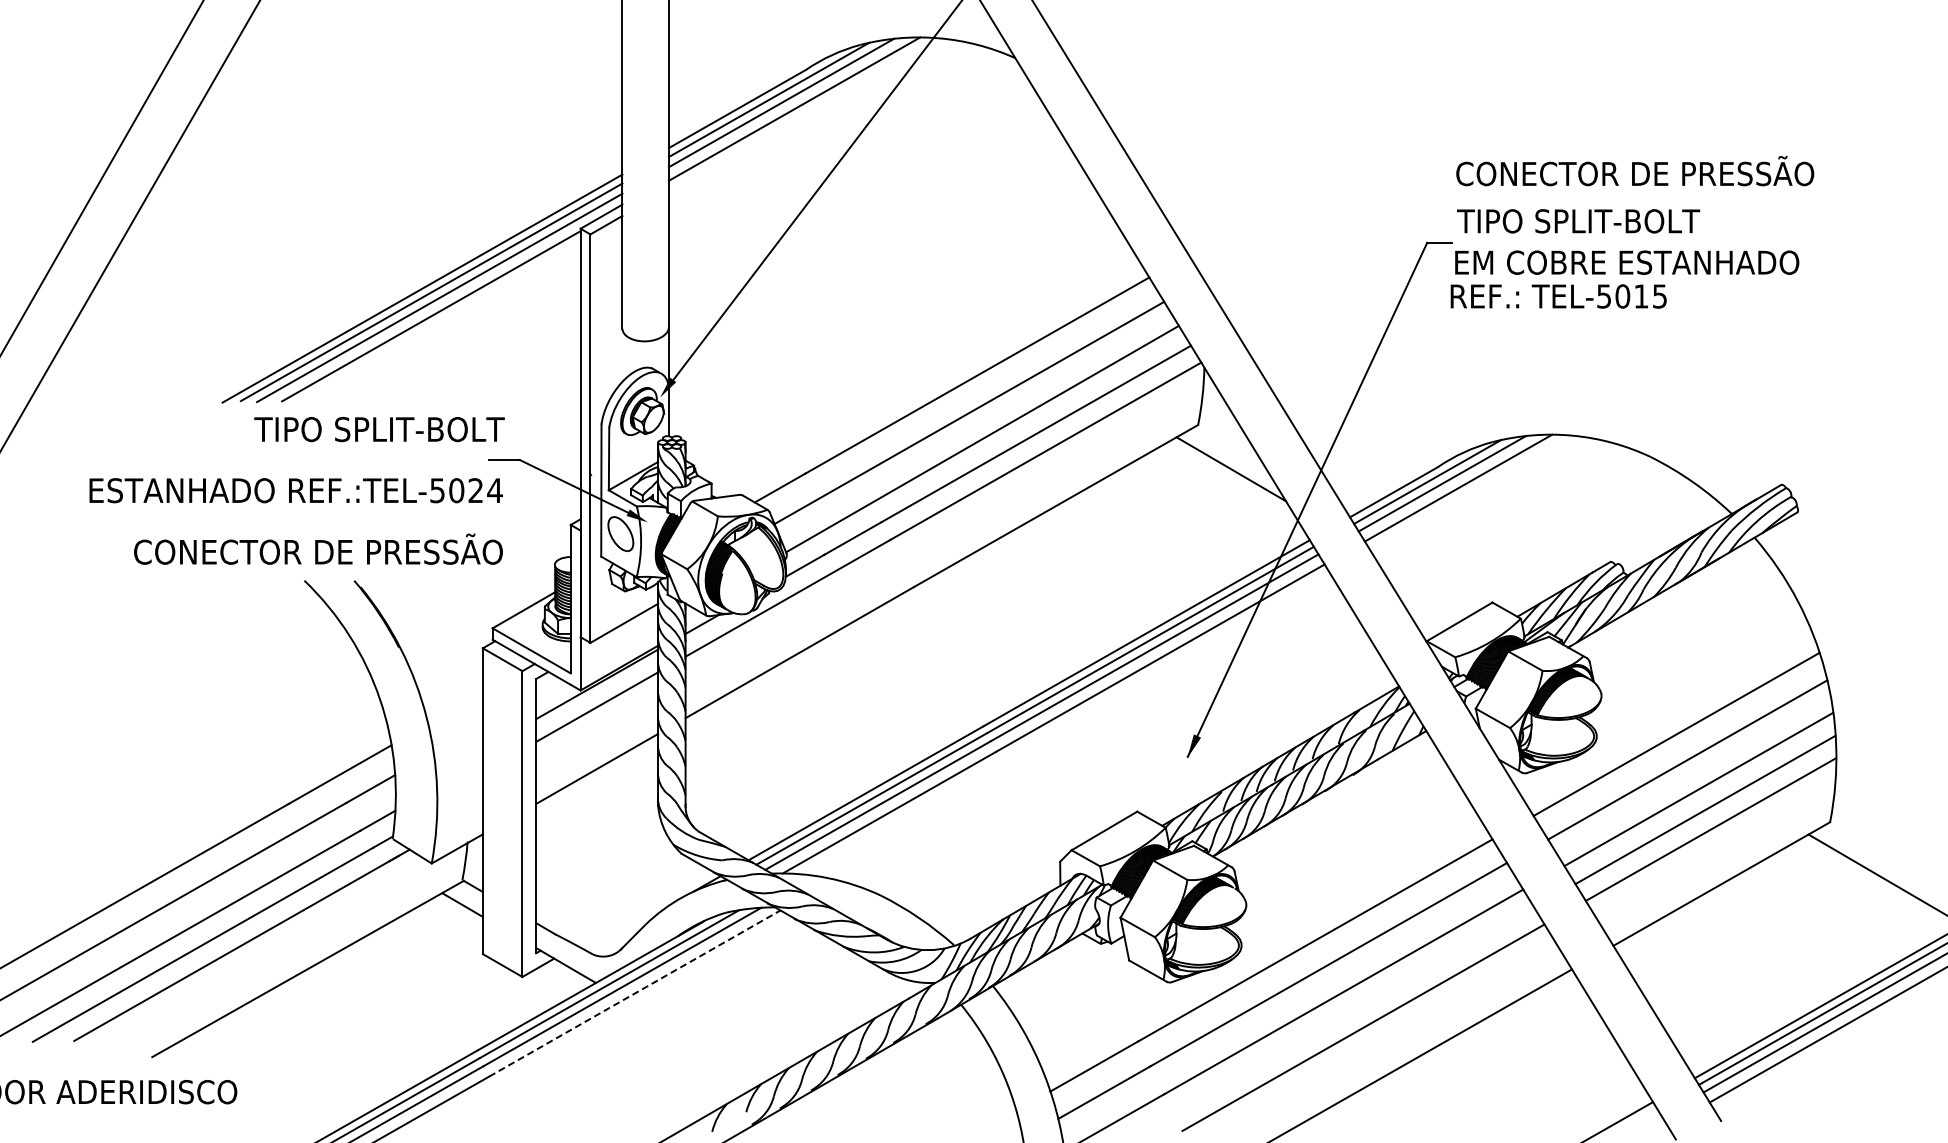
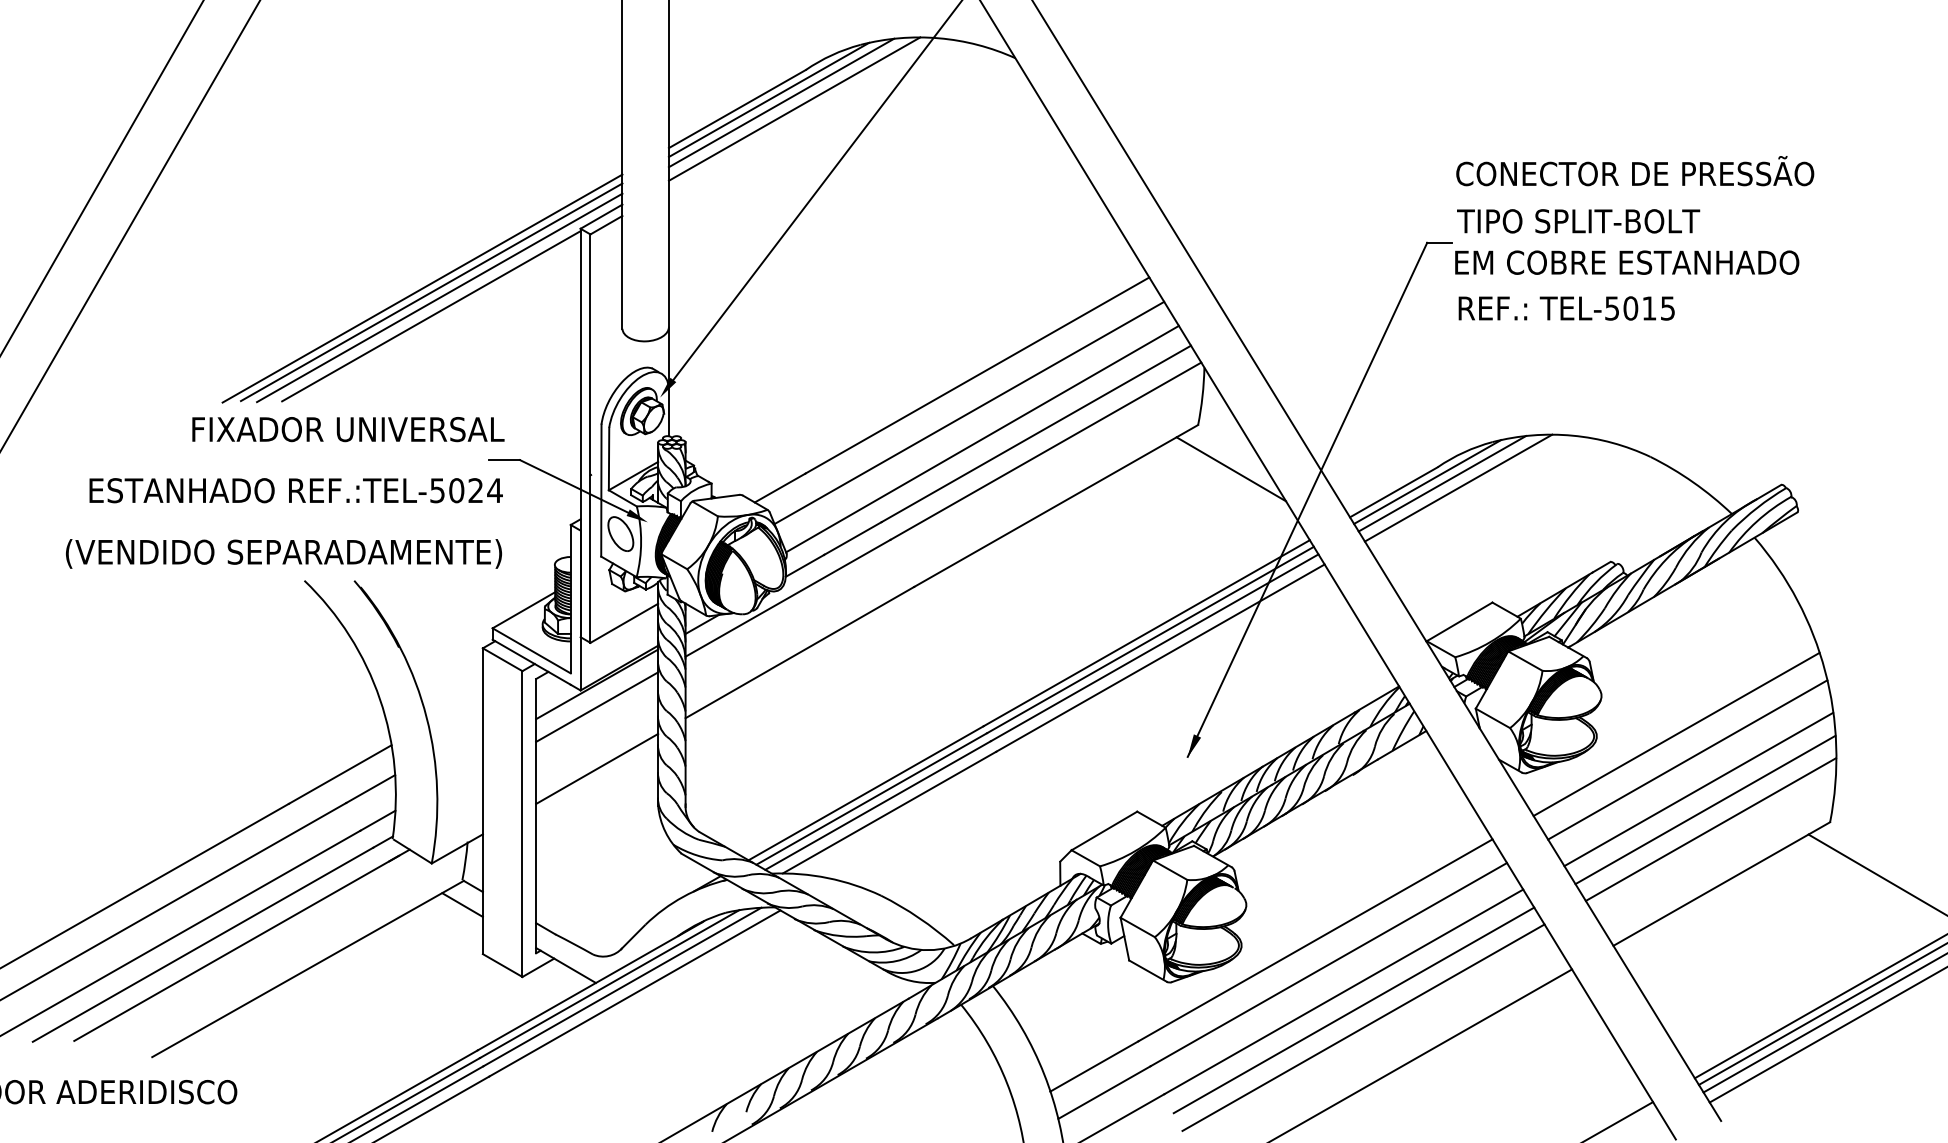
text at (1558, 296) position: (1558, 296) -> (1566, 308)
text at (348, 429): TIPO SPLIT-BOLT -> FIXADOR UNIVERSAL
text at (283, 550): CONECTOR DE PRESSÃO -> (VENDIDO SEPARADAMENTE)
line at (634, 993): dashed -> solid
line at (1353, 1010): none -> present
